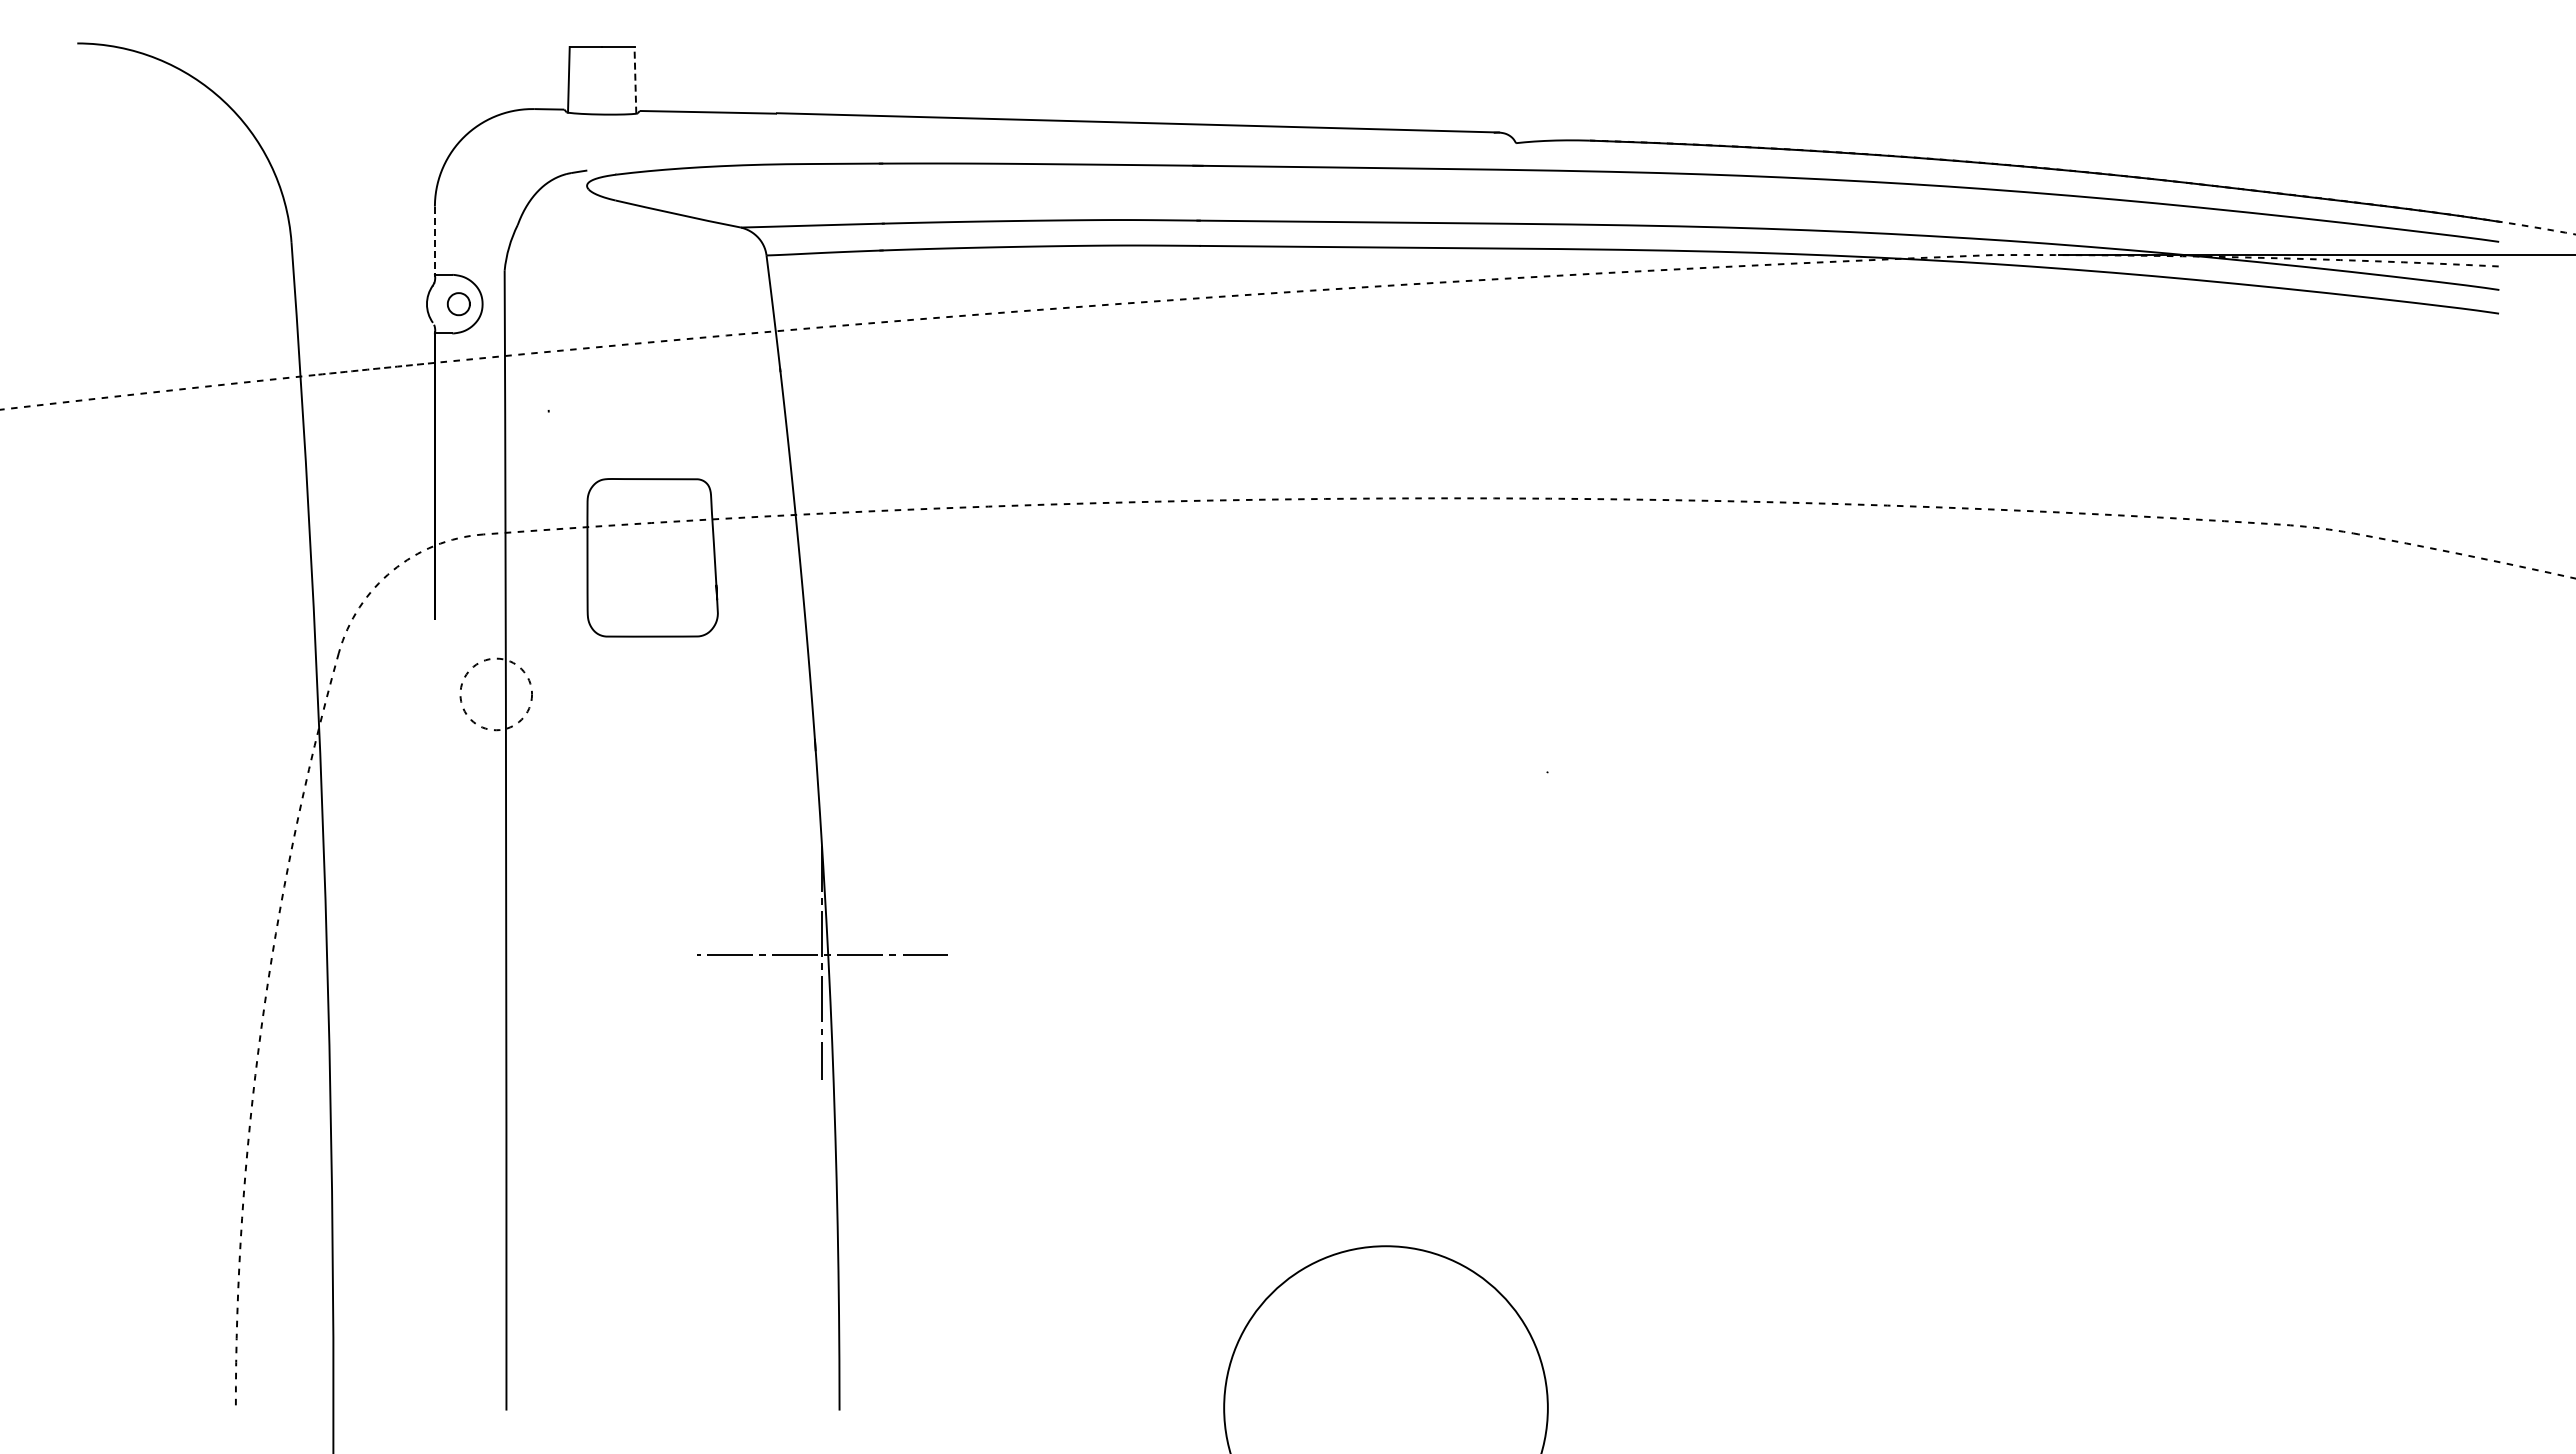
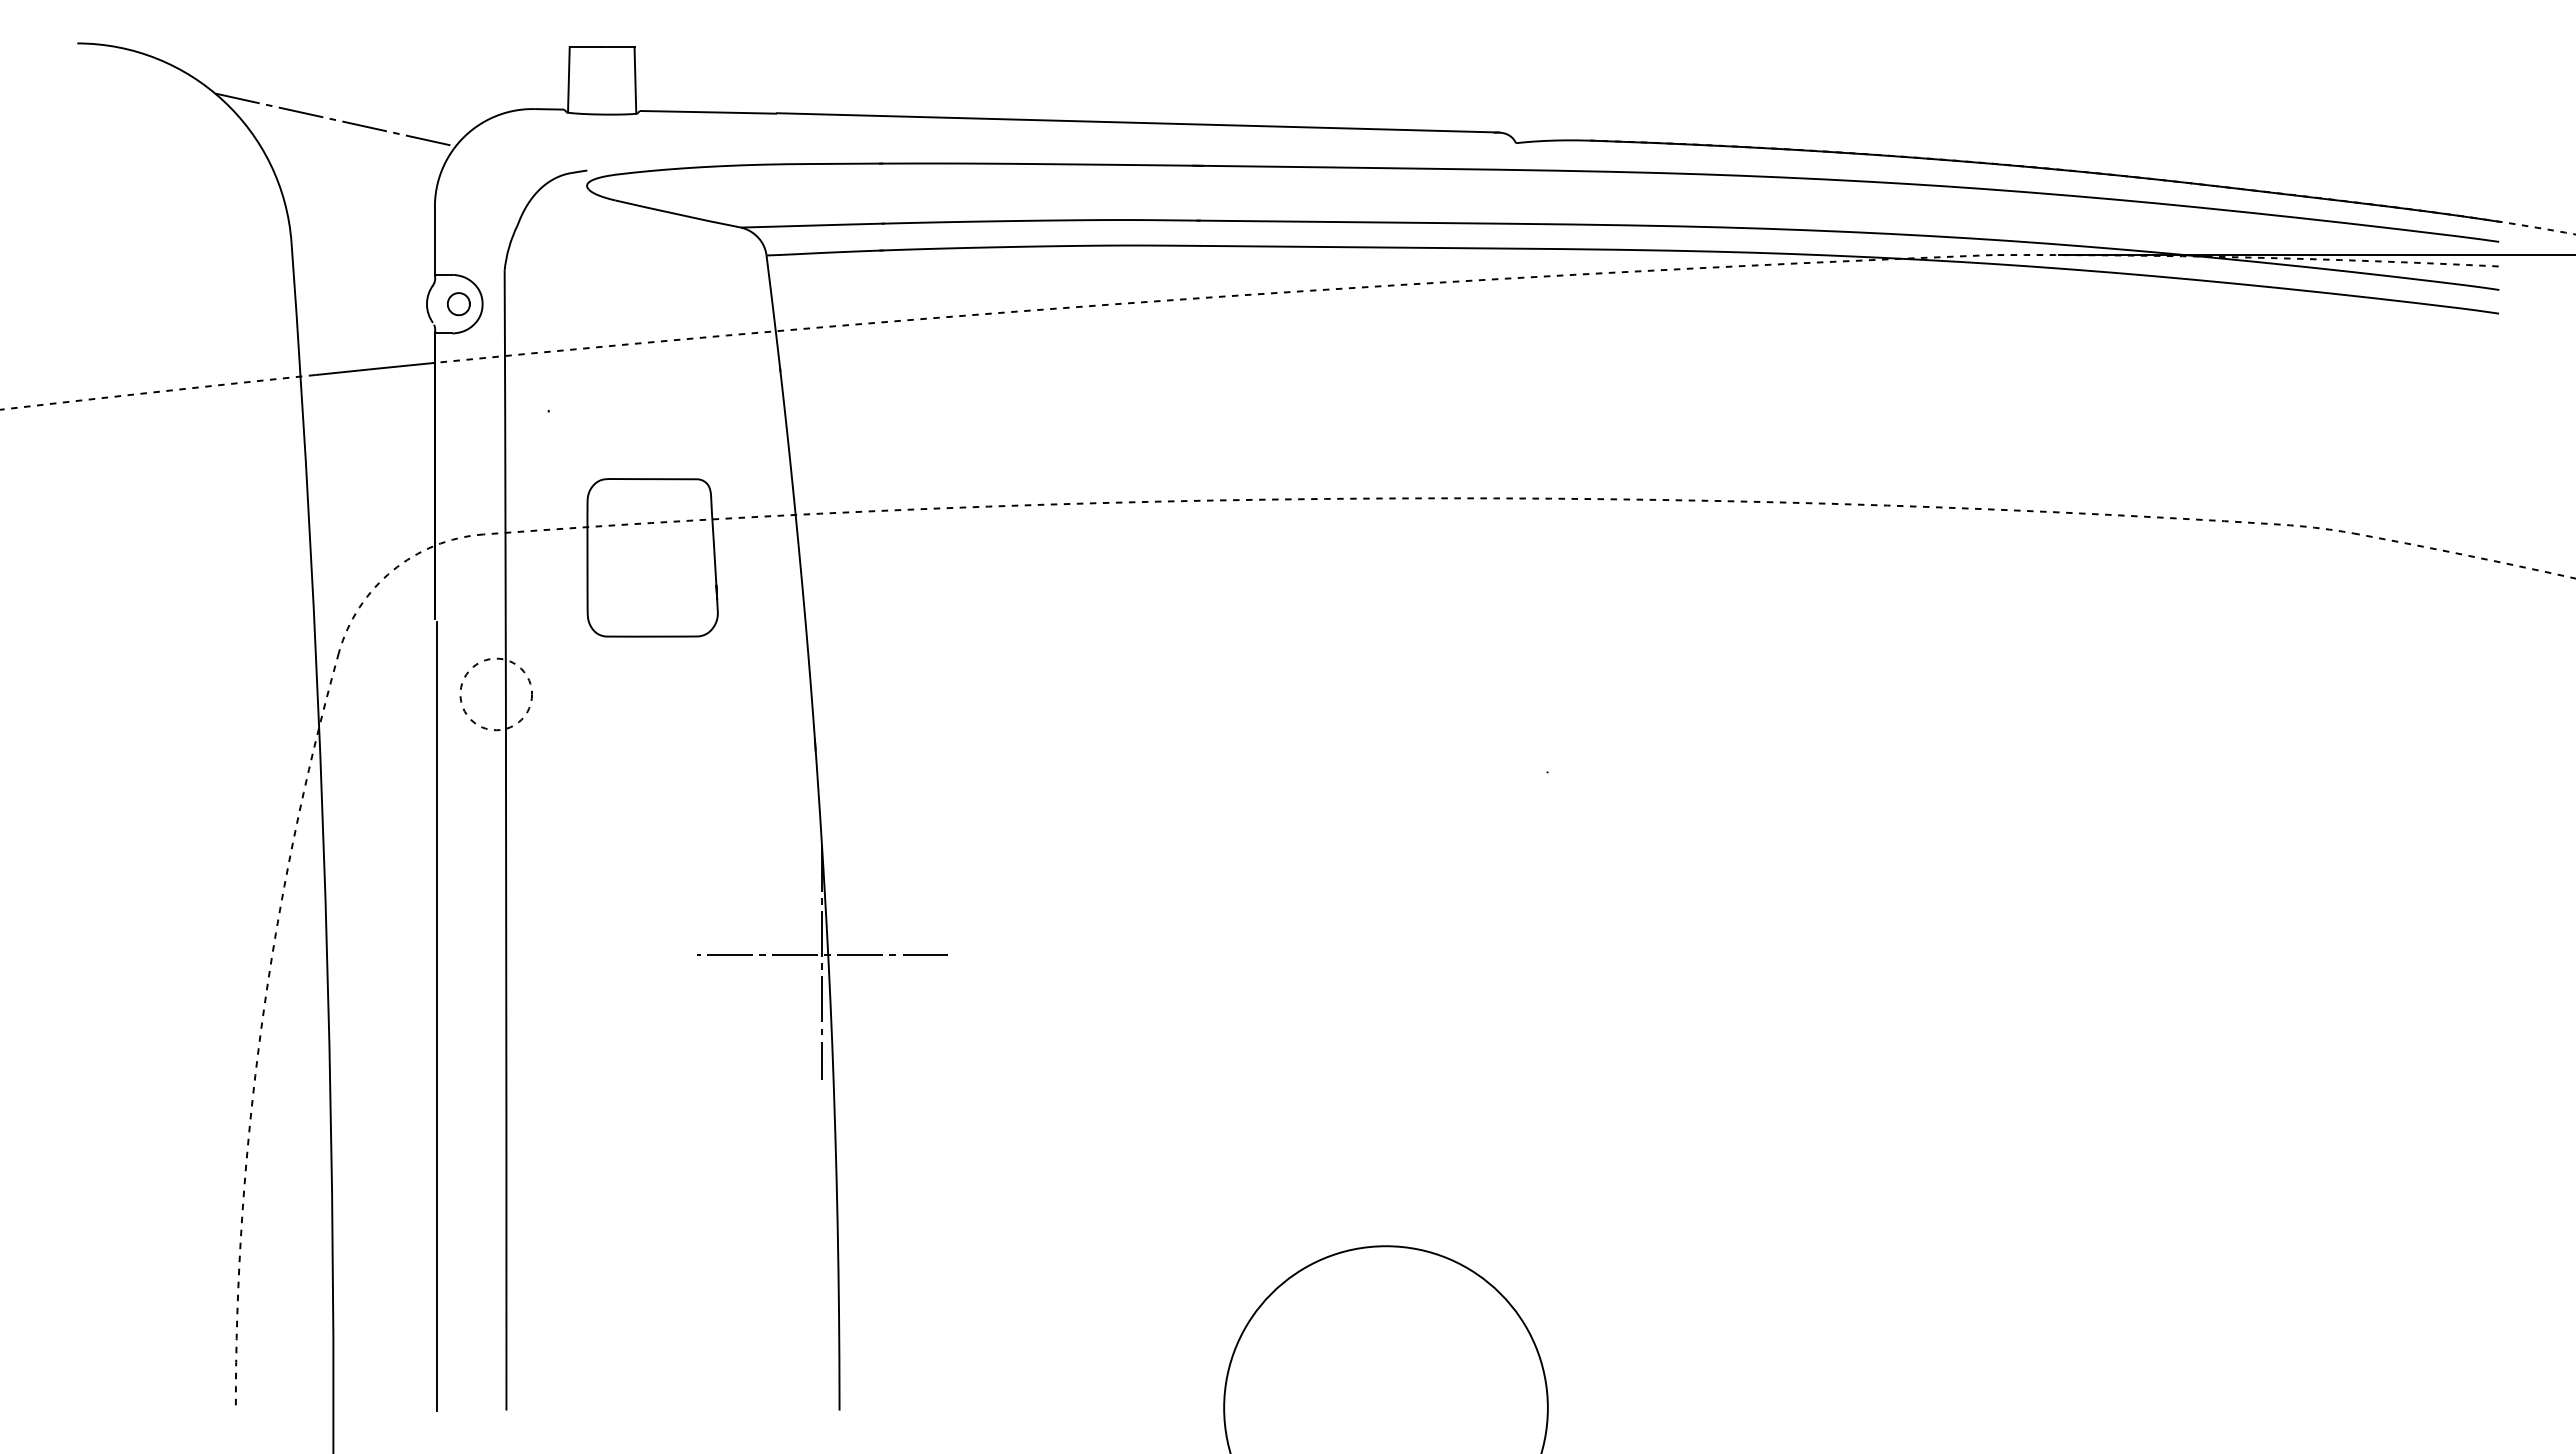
line at (635, 79): dashed -> solid
line at (335, 119): none -> present
line at (434, 241): dashed -> solid
arc at (375, 368): dashed -> solid
line at (437, 1015): none -> present
